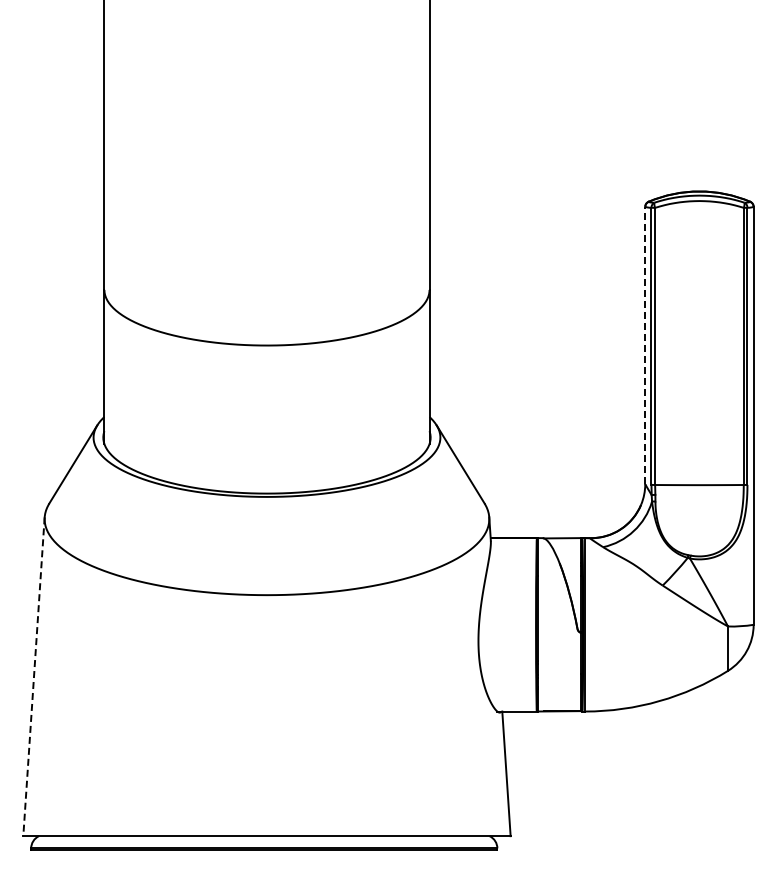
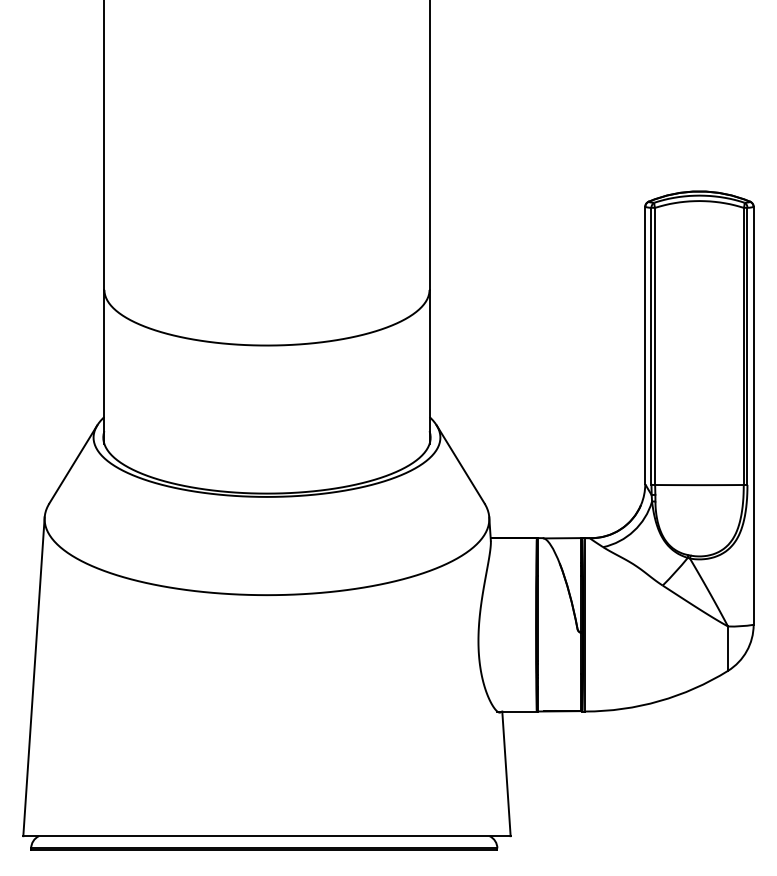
line at (645, 345): dashed -> solid
line at (34, 676): dashed -> solid
